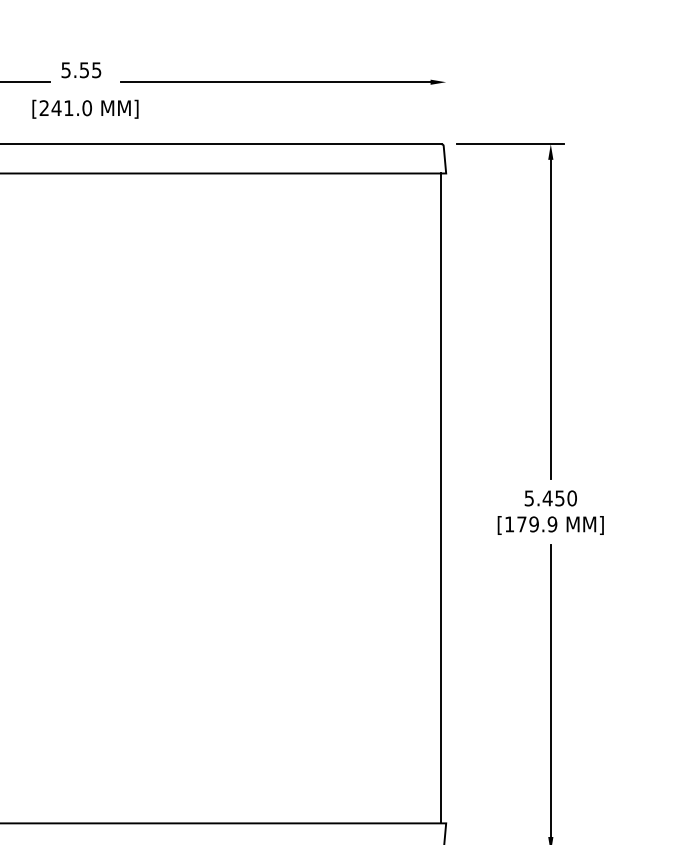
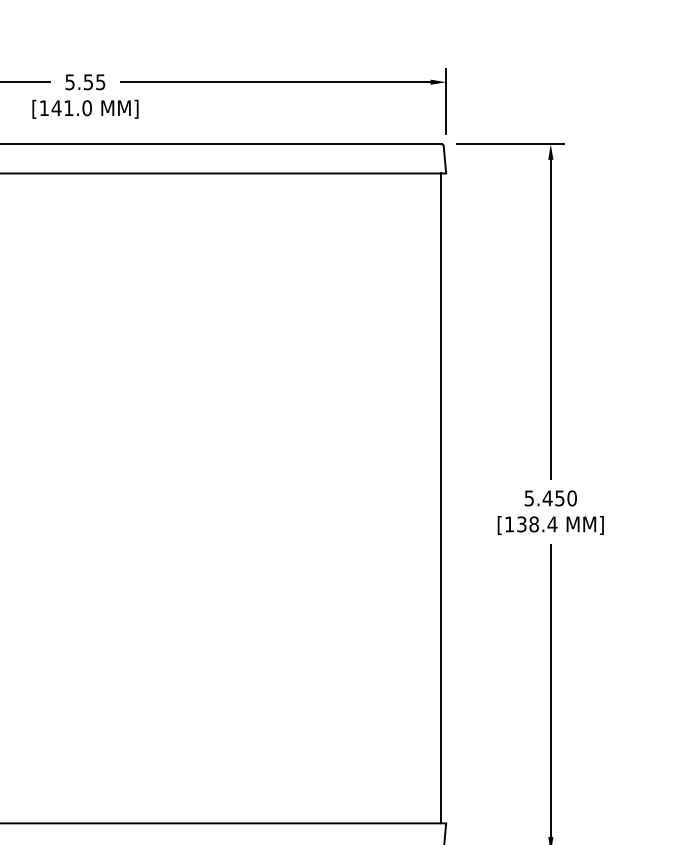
text at (81, 70) position: (81, 70) -> (85, 82)
line at (446, 101): none -> present
text at (43, 107): [241.0 -> [141.0
text at (537, 524): [179.9 -> [138.4
